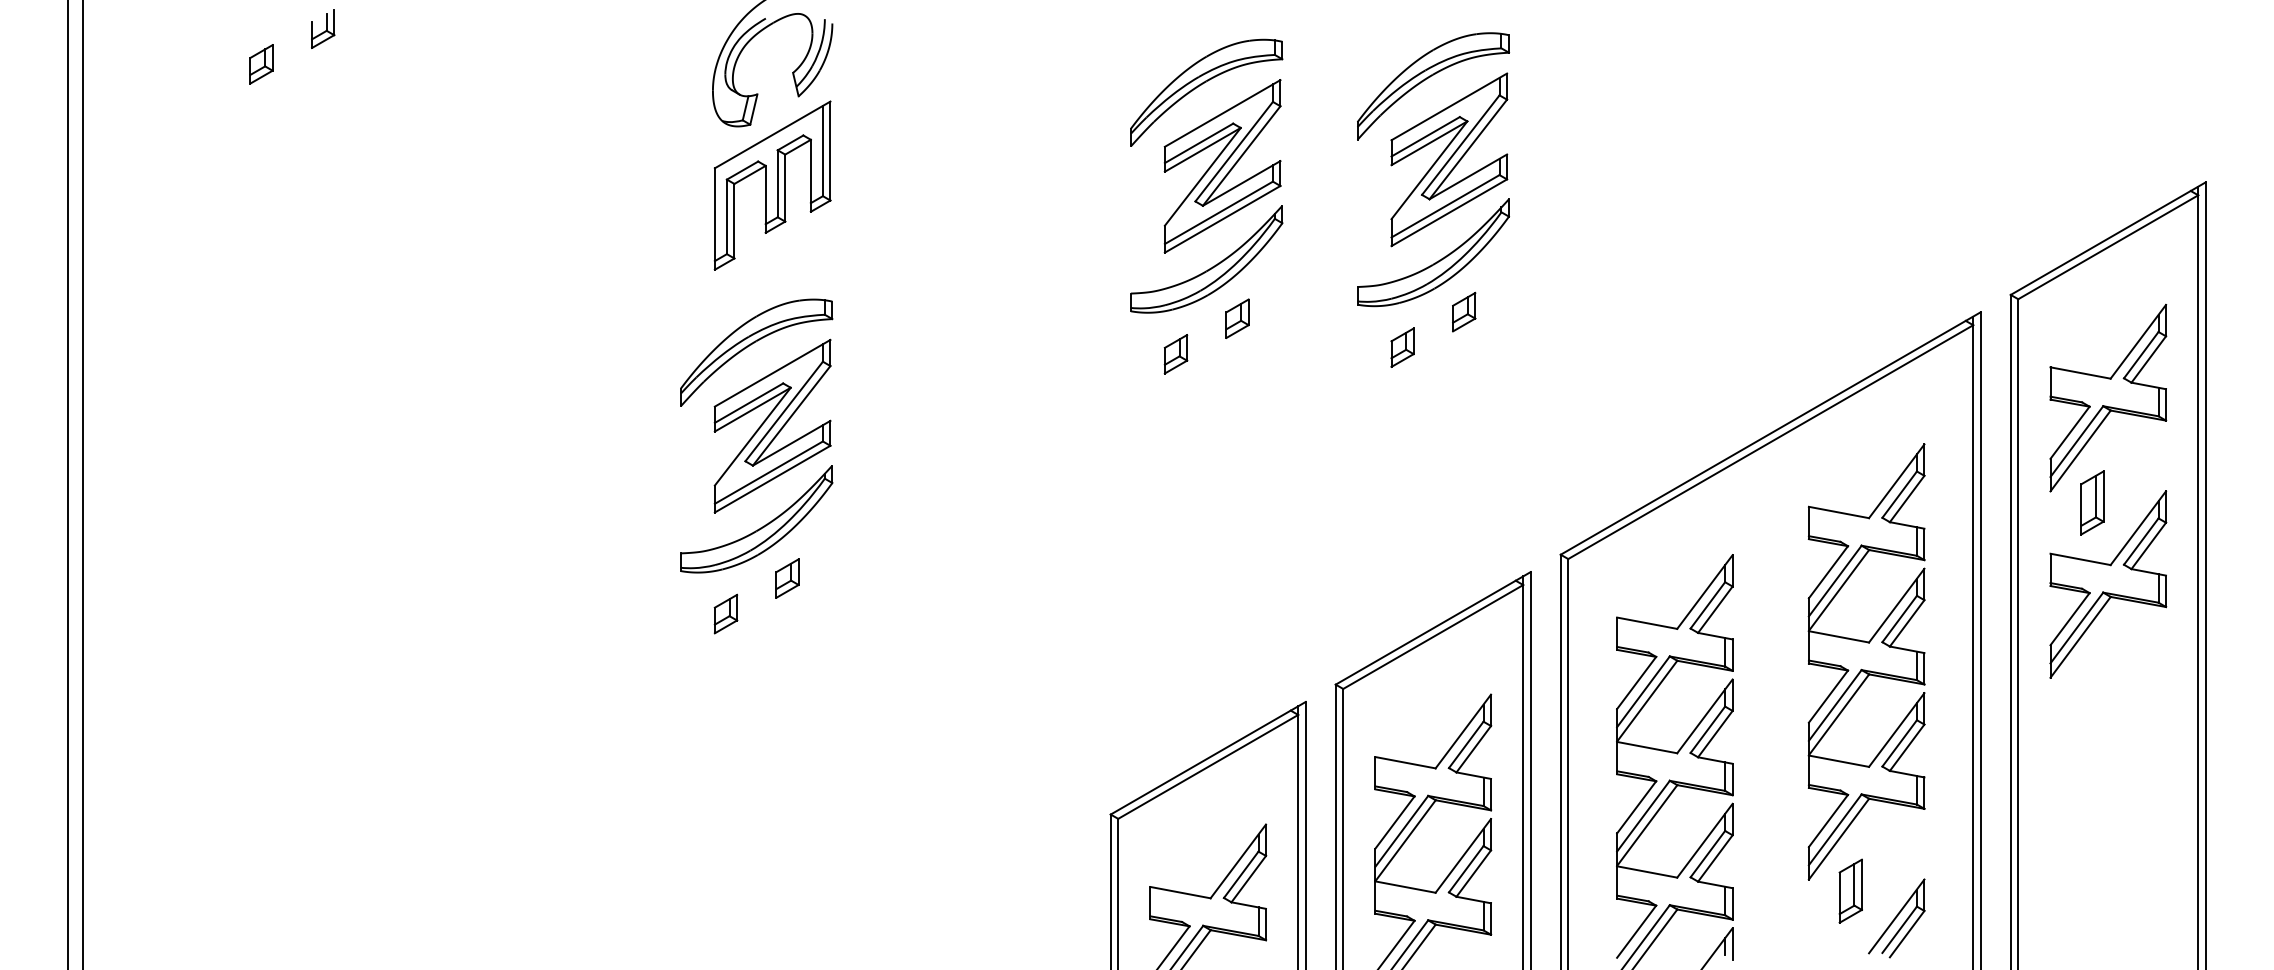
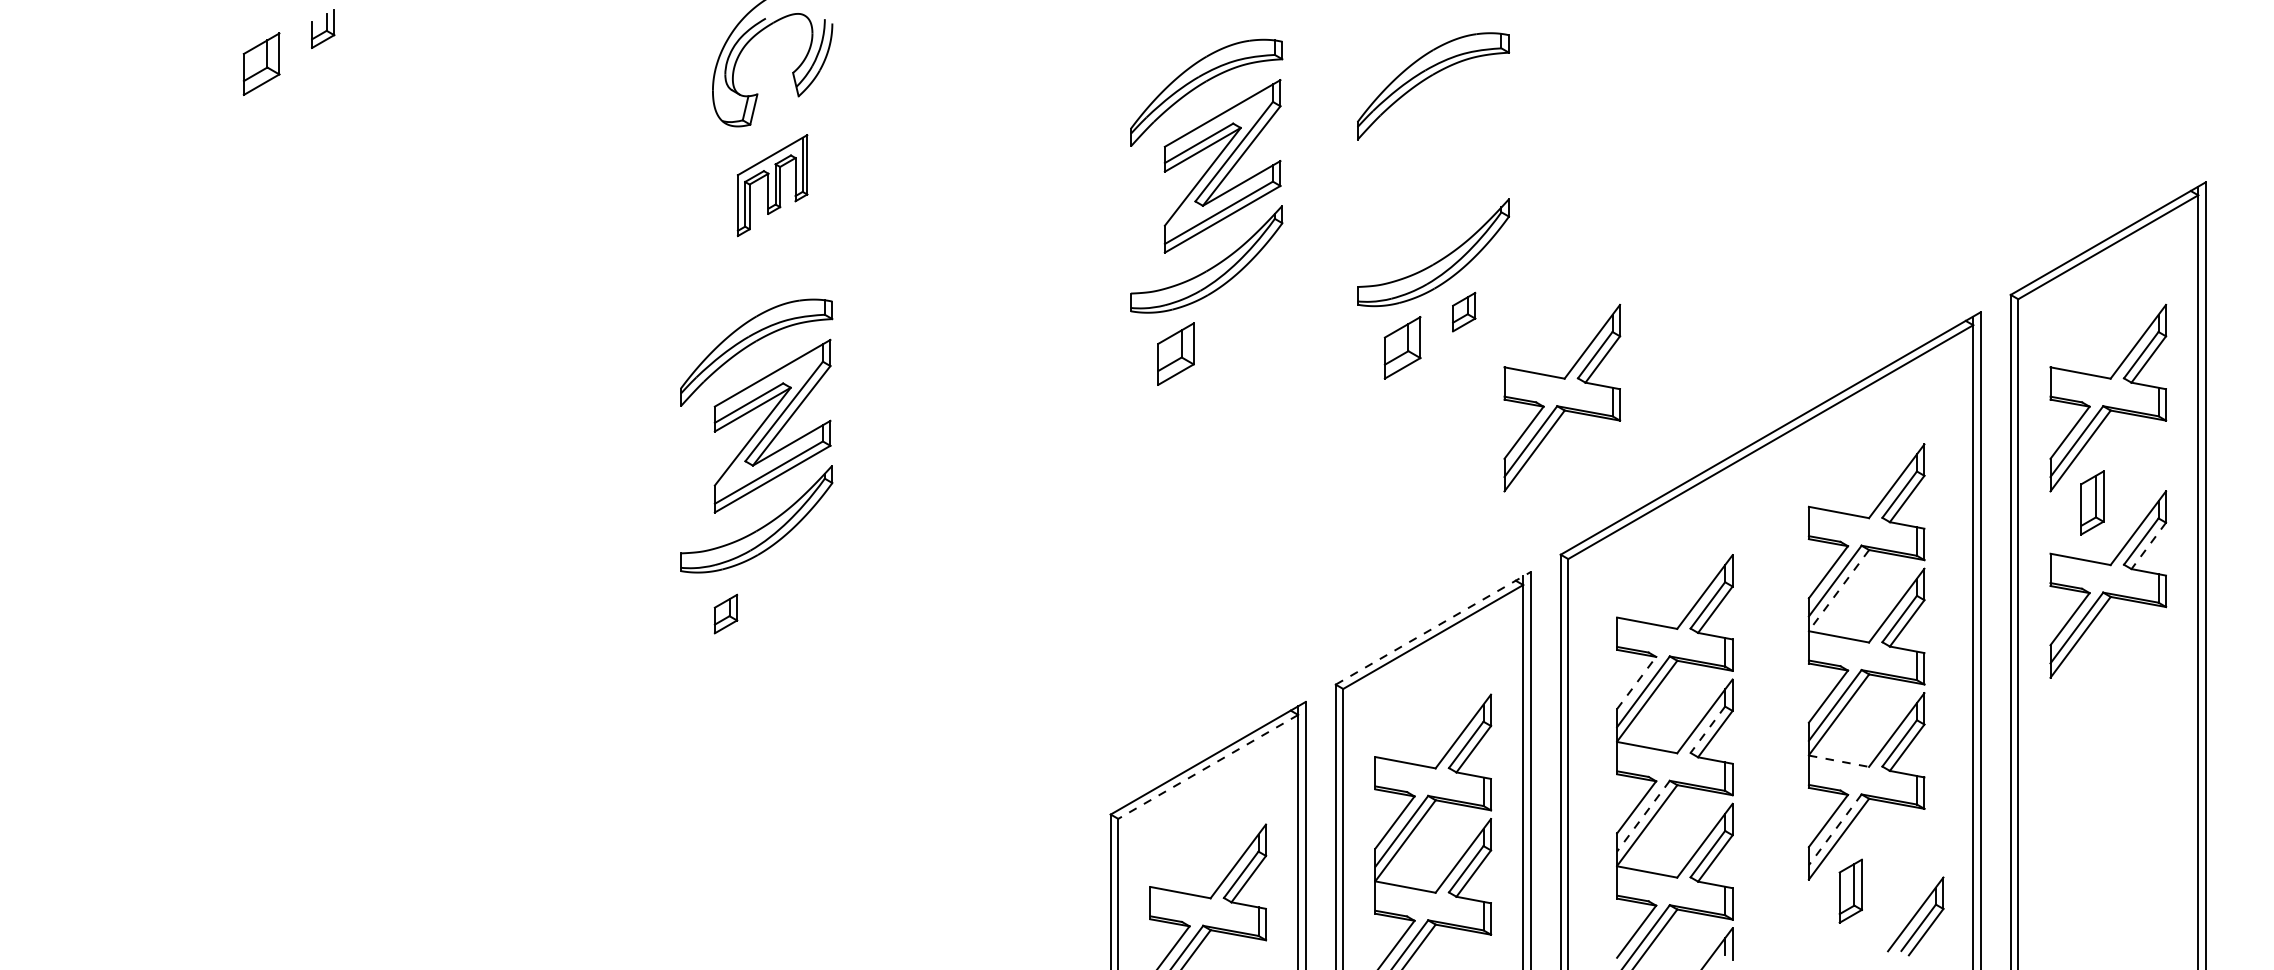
part at (261, 64) size: 25x41 px -> 39x64 px
part at (1449, 159): present -> none
part at (772, 185) size: 119x171 px -> 73x104 px
part at (1237, 318): present -> none
part at (1402, 347) size: 25x41 px -> 39x64 px
part at (1175, 354) size: 26x41 px -> 38x64 px
part at (1562, 397): none -> present
line at (68, 484): present -> none
line at (83, 484): present -> none
line at (2148, 545): solid -> dashed
part at (787, 578): present -> none
line at (1838, 590): solid -> dashed
line at (1433, 628): solid -> dashed
line at (1636, 683): solid -> dashed
line at (1707, 729): solid -> dashed
line at (1838, 761): solid -> dashed
line at (1208, 766): solid -> dashed
line at (1643, 816): solid -> dashed
line at (1834, 830): solid -> dashed
part at (1896, 918) position: (1896, 918) -> (1915, 916)
